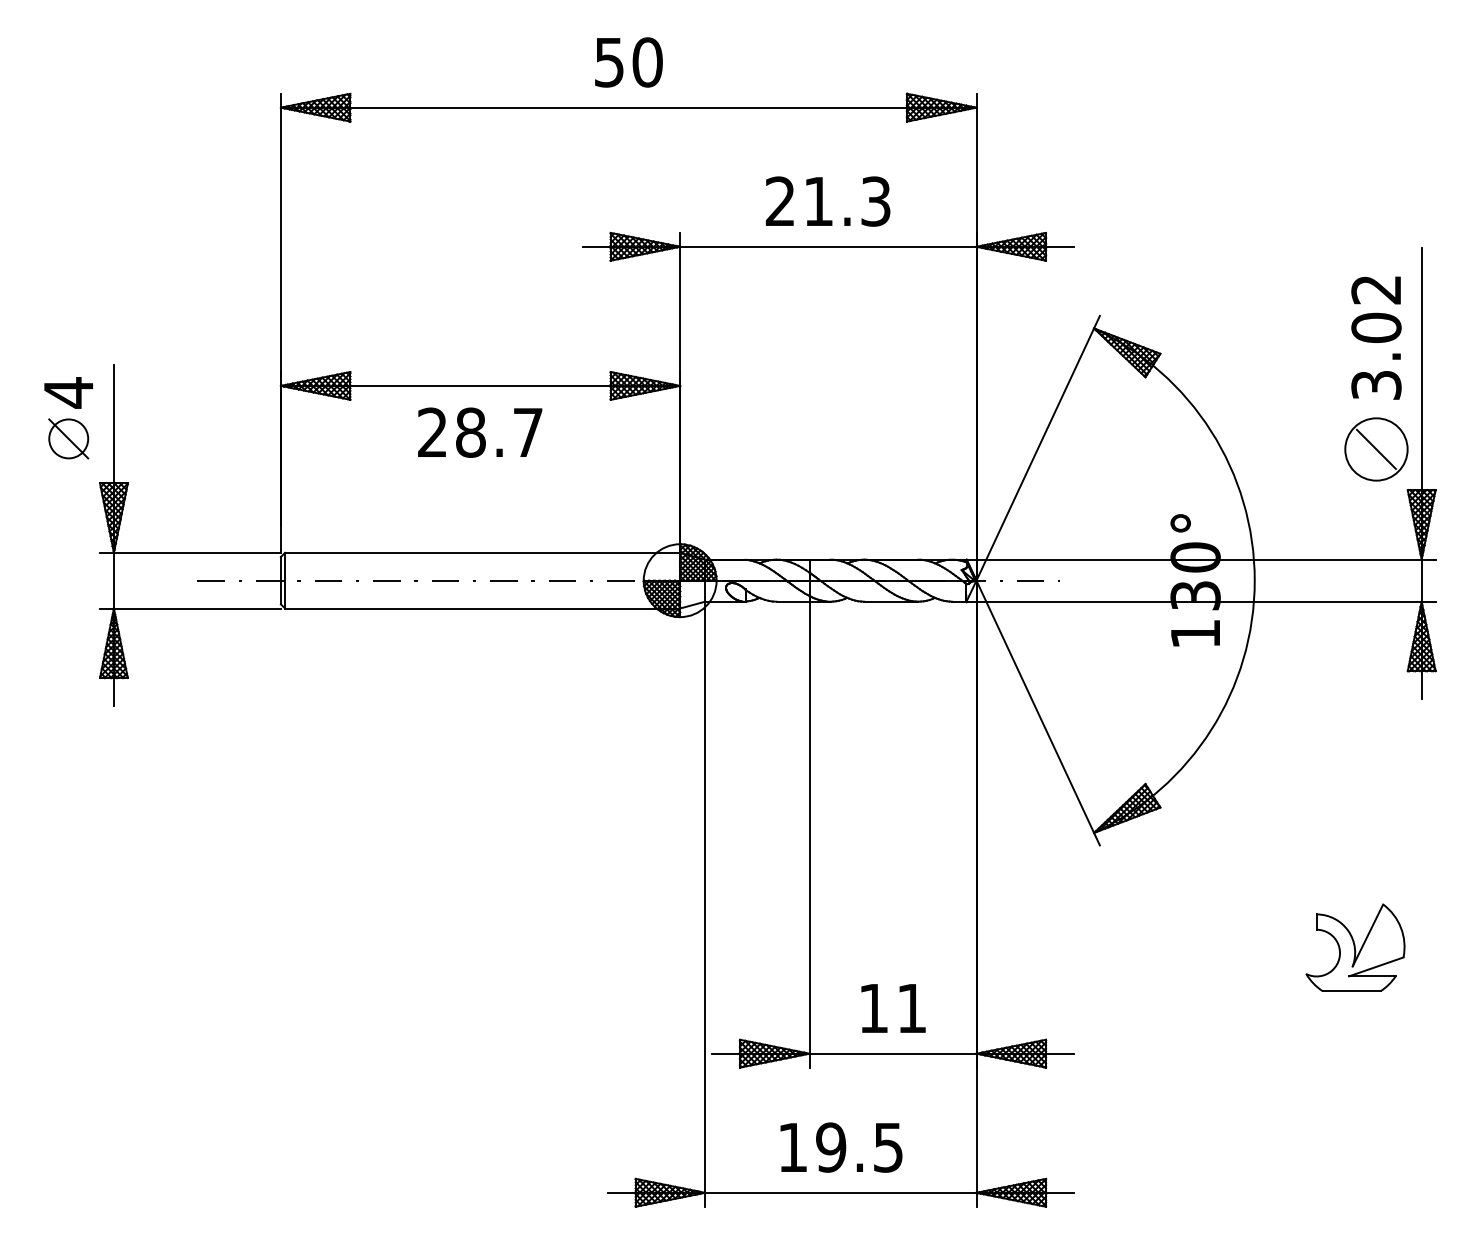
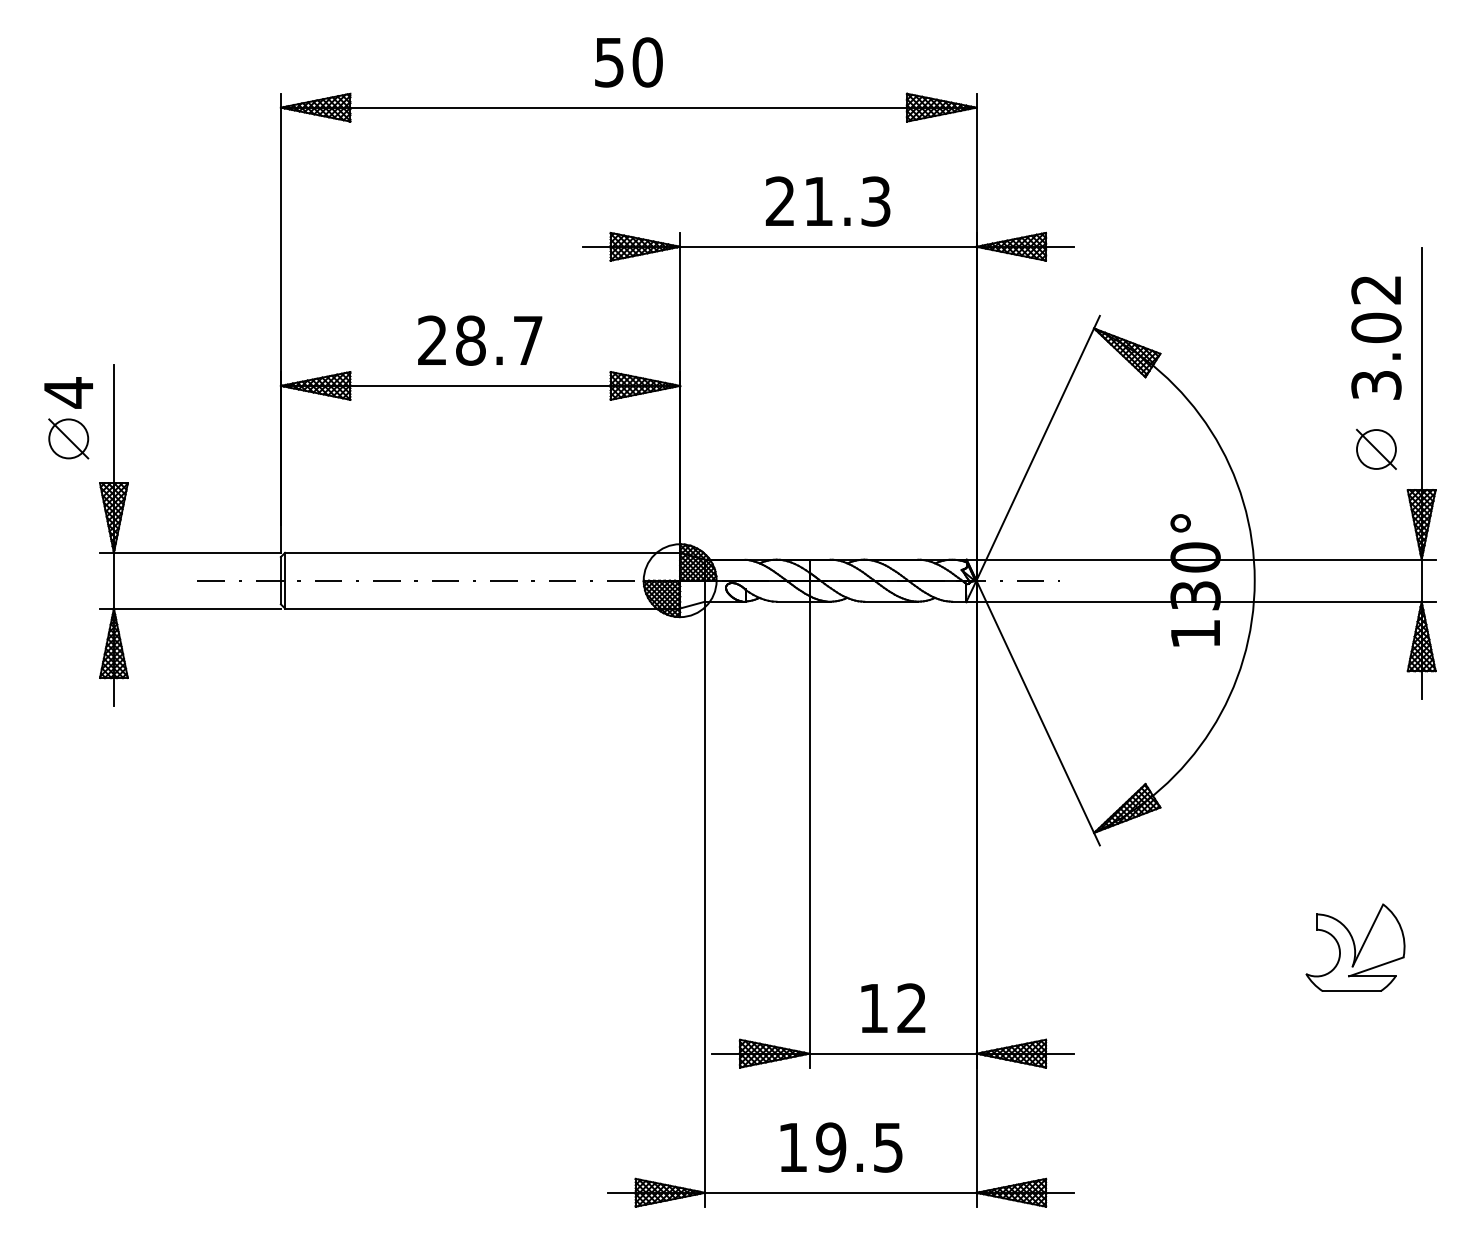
text at (480, 432) position: (480, 432) -> (480, 340)
circle at (1376, 449) diameter: 62 px -> 39 px
text at (911, 1007): 11 -> 12
